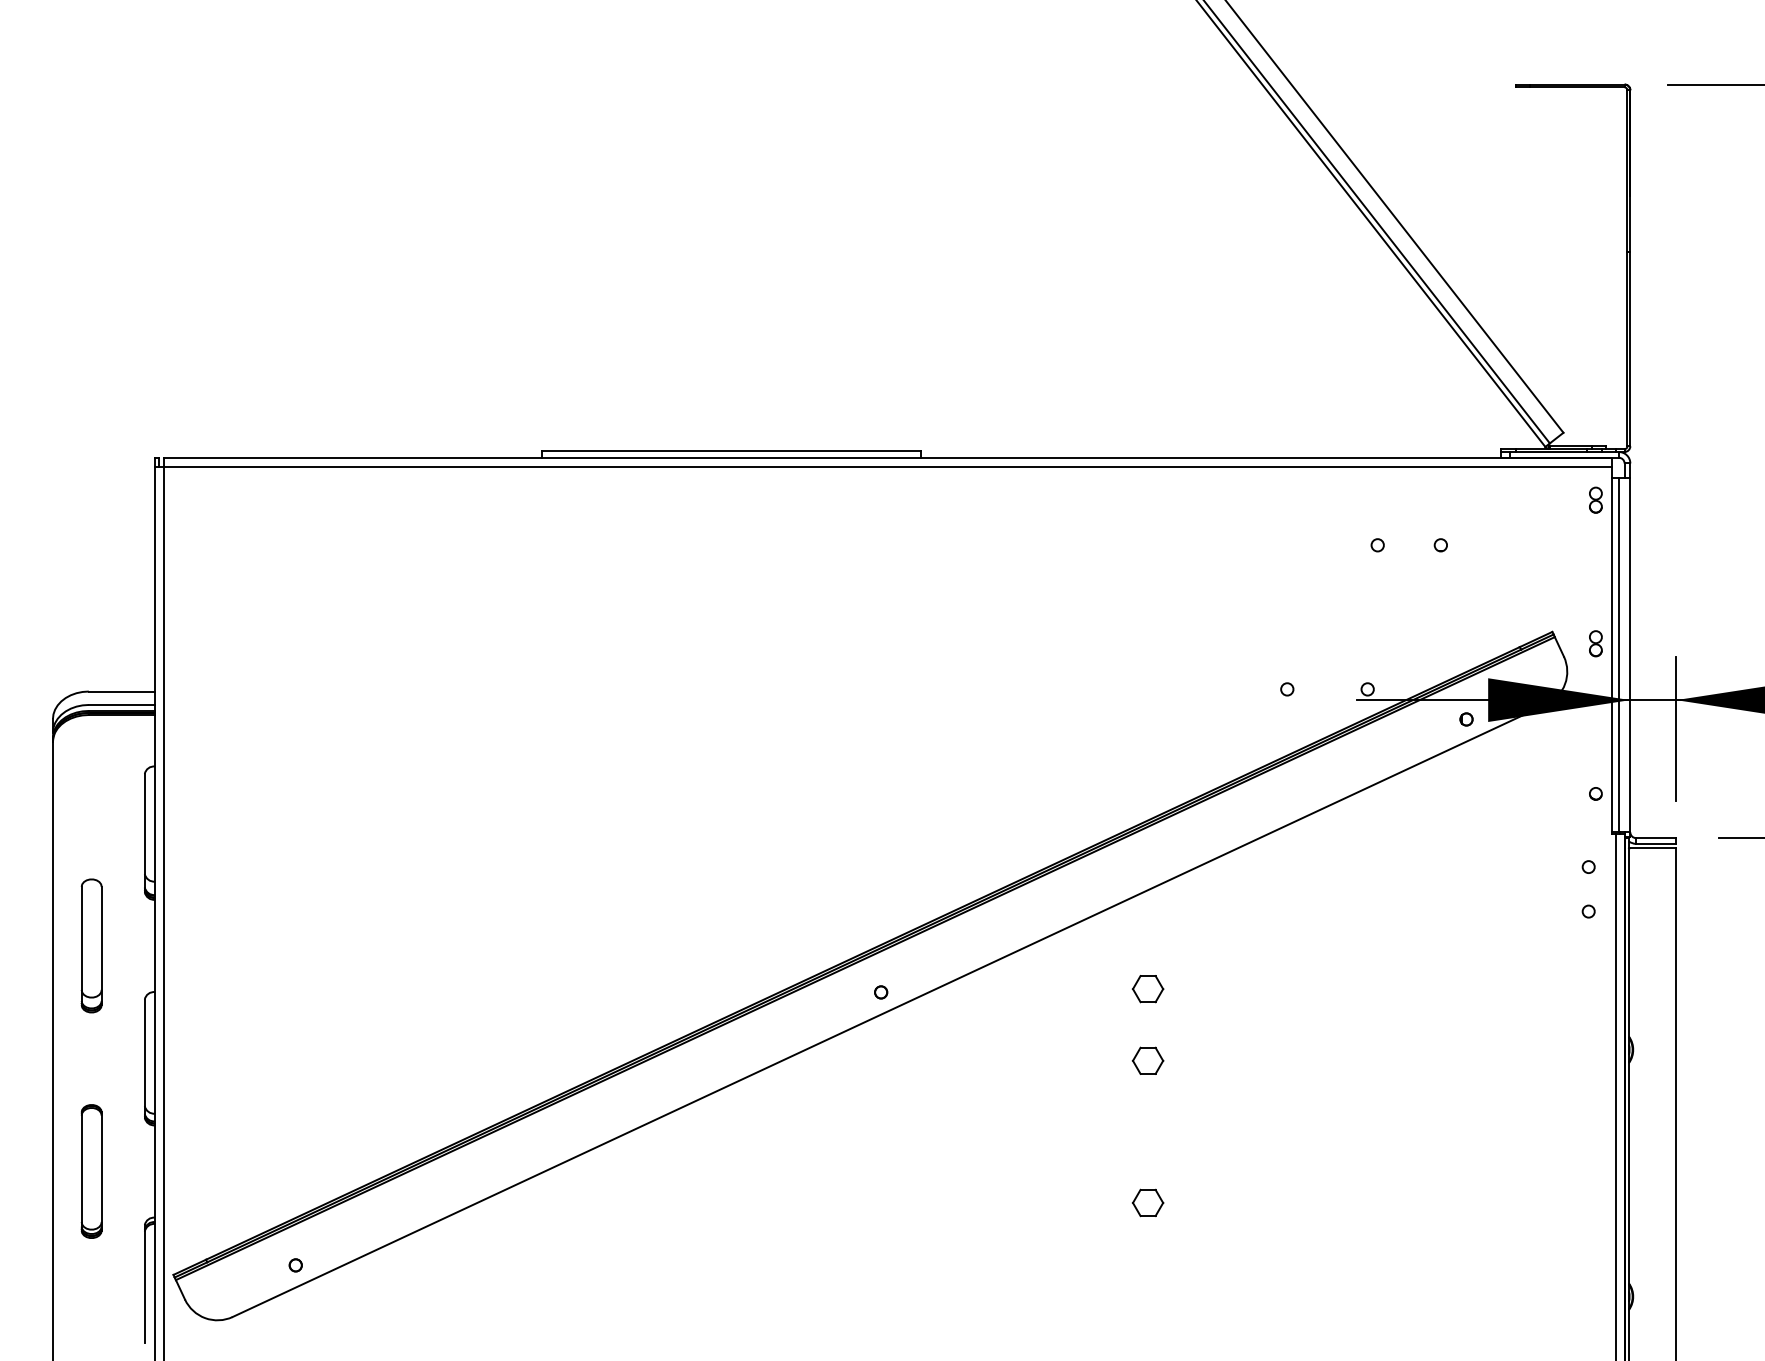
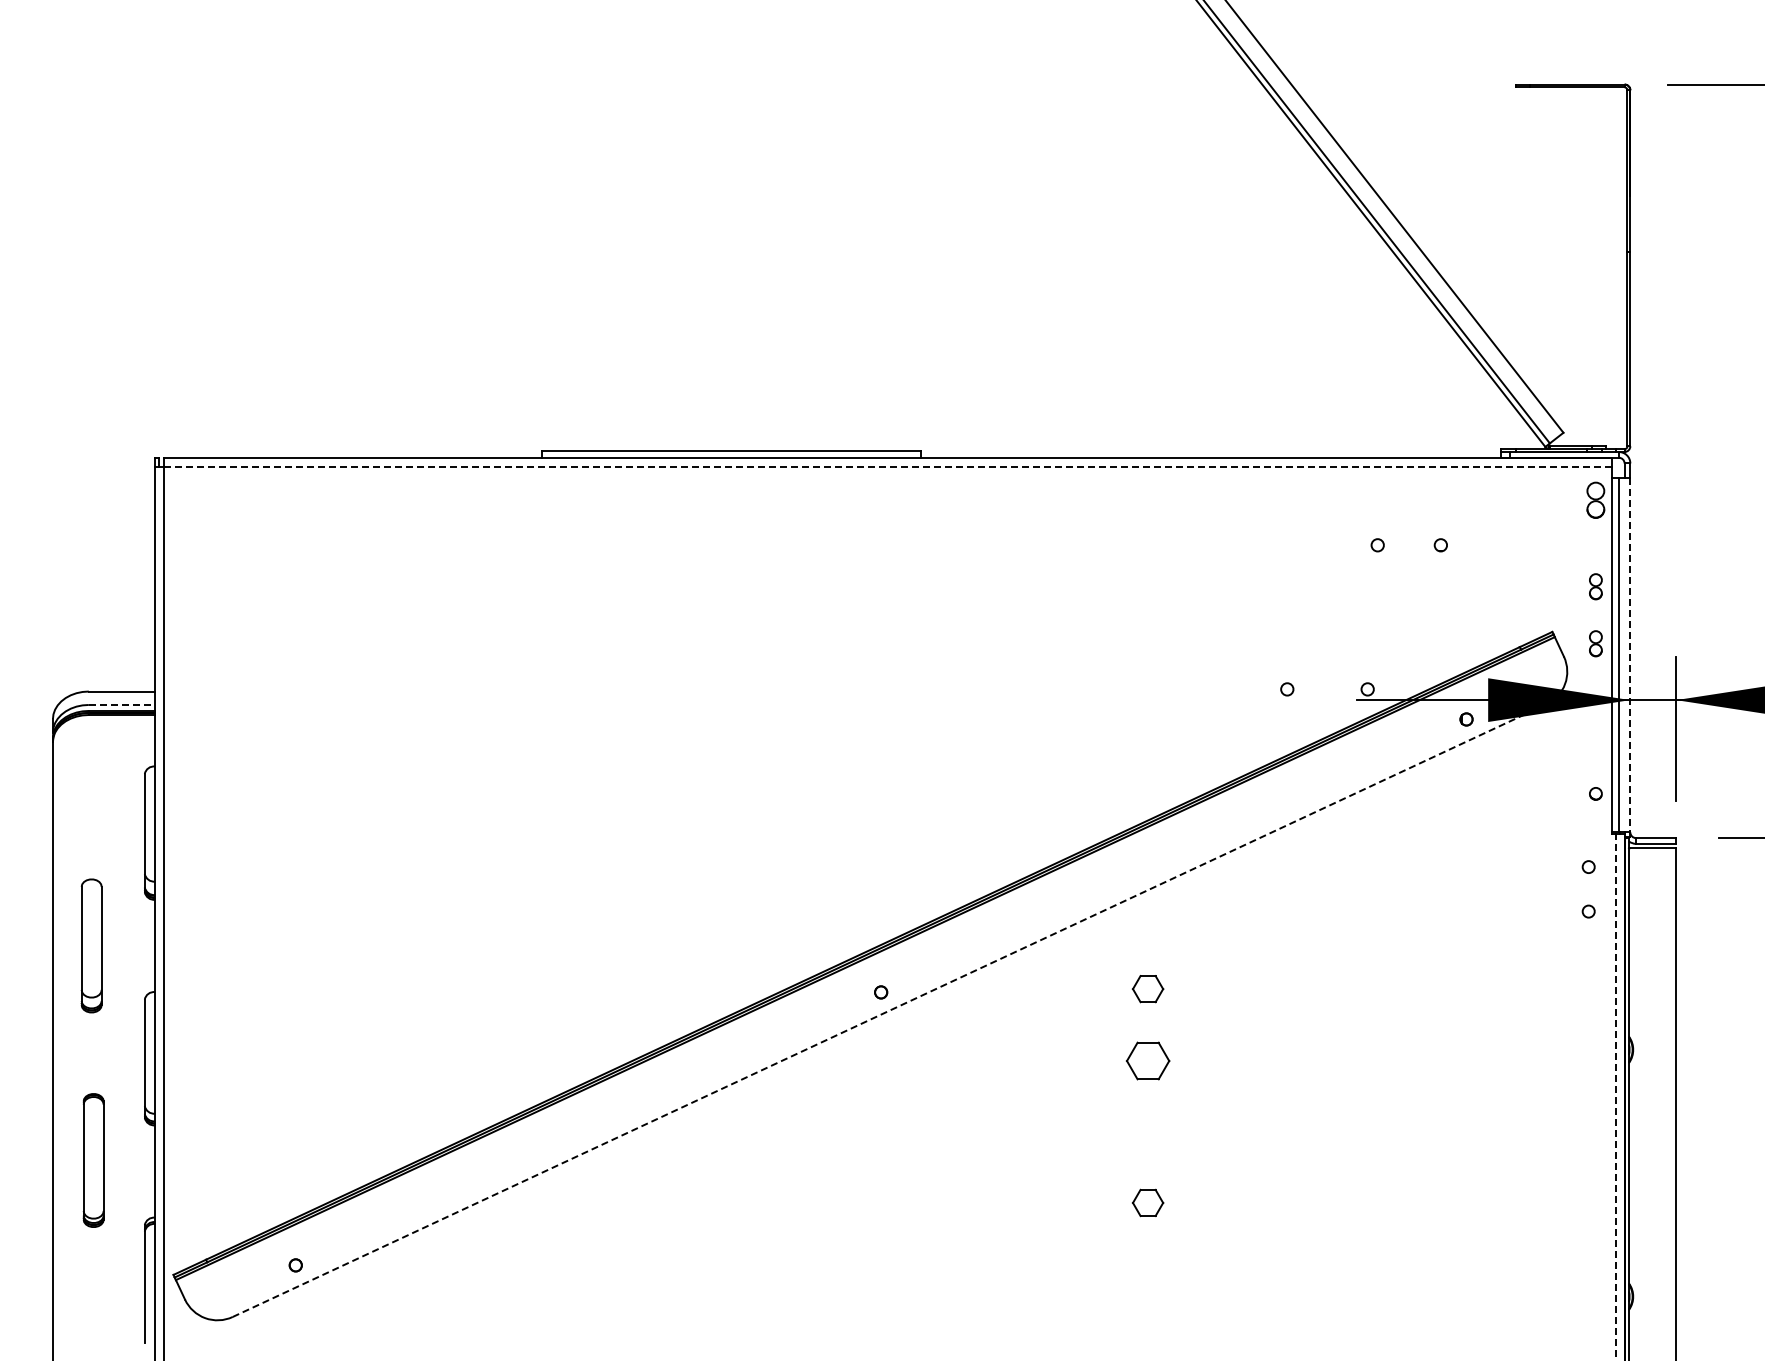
line at (887, 466): solid -> dashed
part at (1595, 499) size: 14x28 px -> 20x38 px
part at (1595, 586): none -> present
line at (1630, 655): solid -> dashed
line at (122, 704): solid -> dashed
line at (889, 1010): solid -> dashed
part at (1147, 1060) size: 34x29 px -> 45x40 px
line at (1615, 1096): solid -> dashed
part at (91, 1171) position: (91, 1171) -> (93, 1160)
